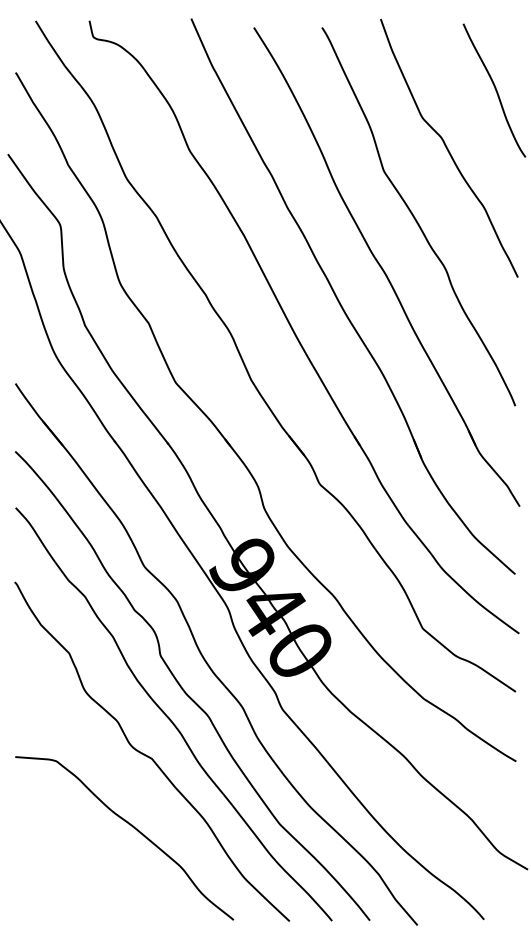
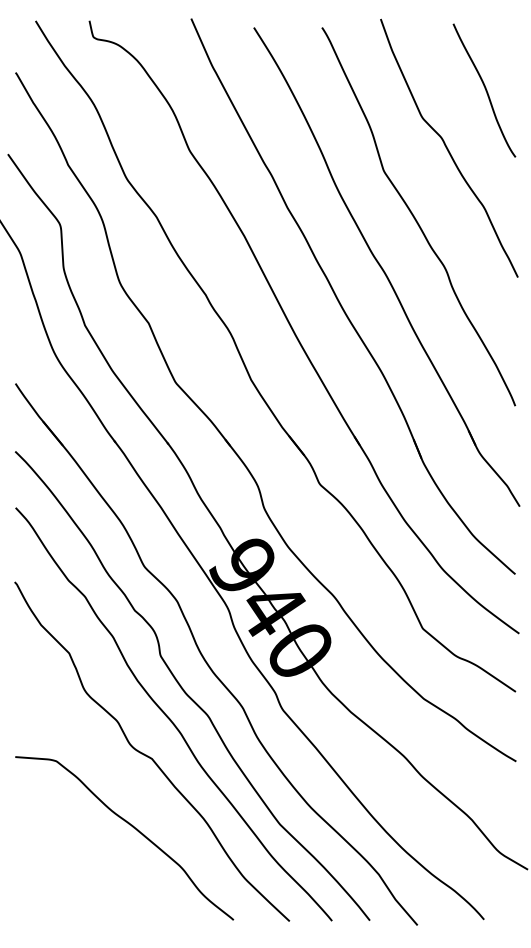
curve at (495, 90) position: (495, 90) -> (485, 90)
